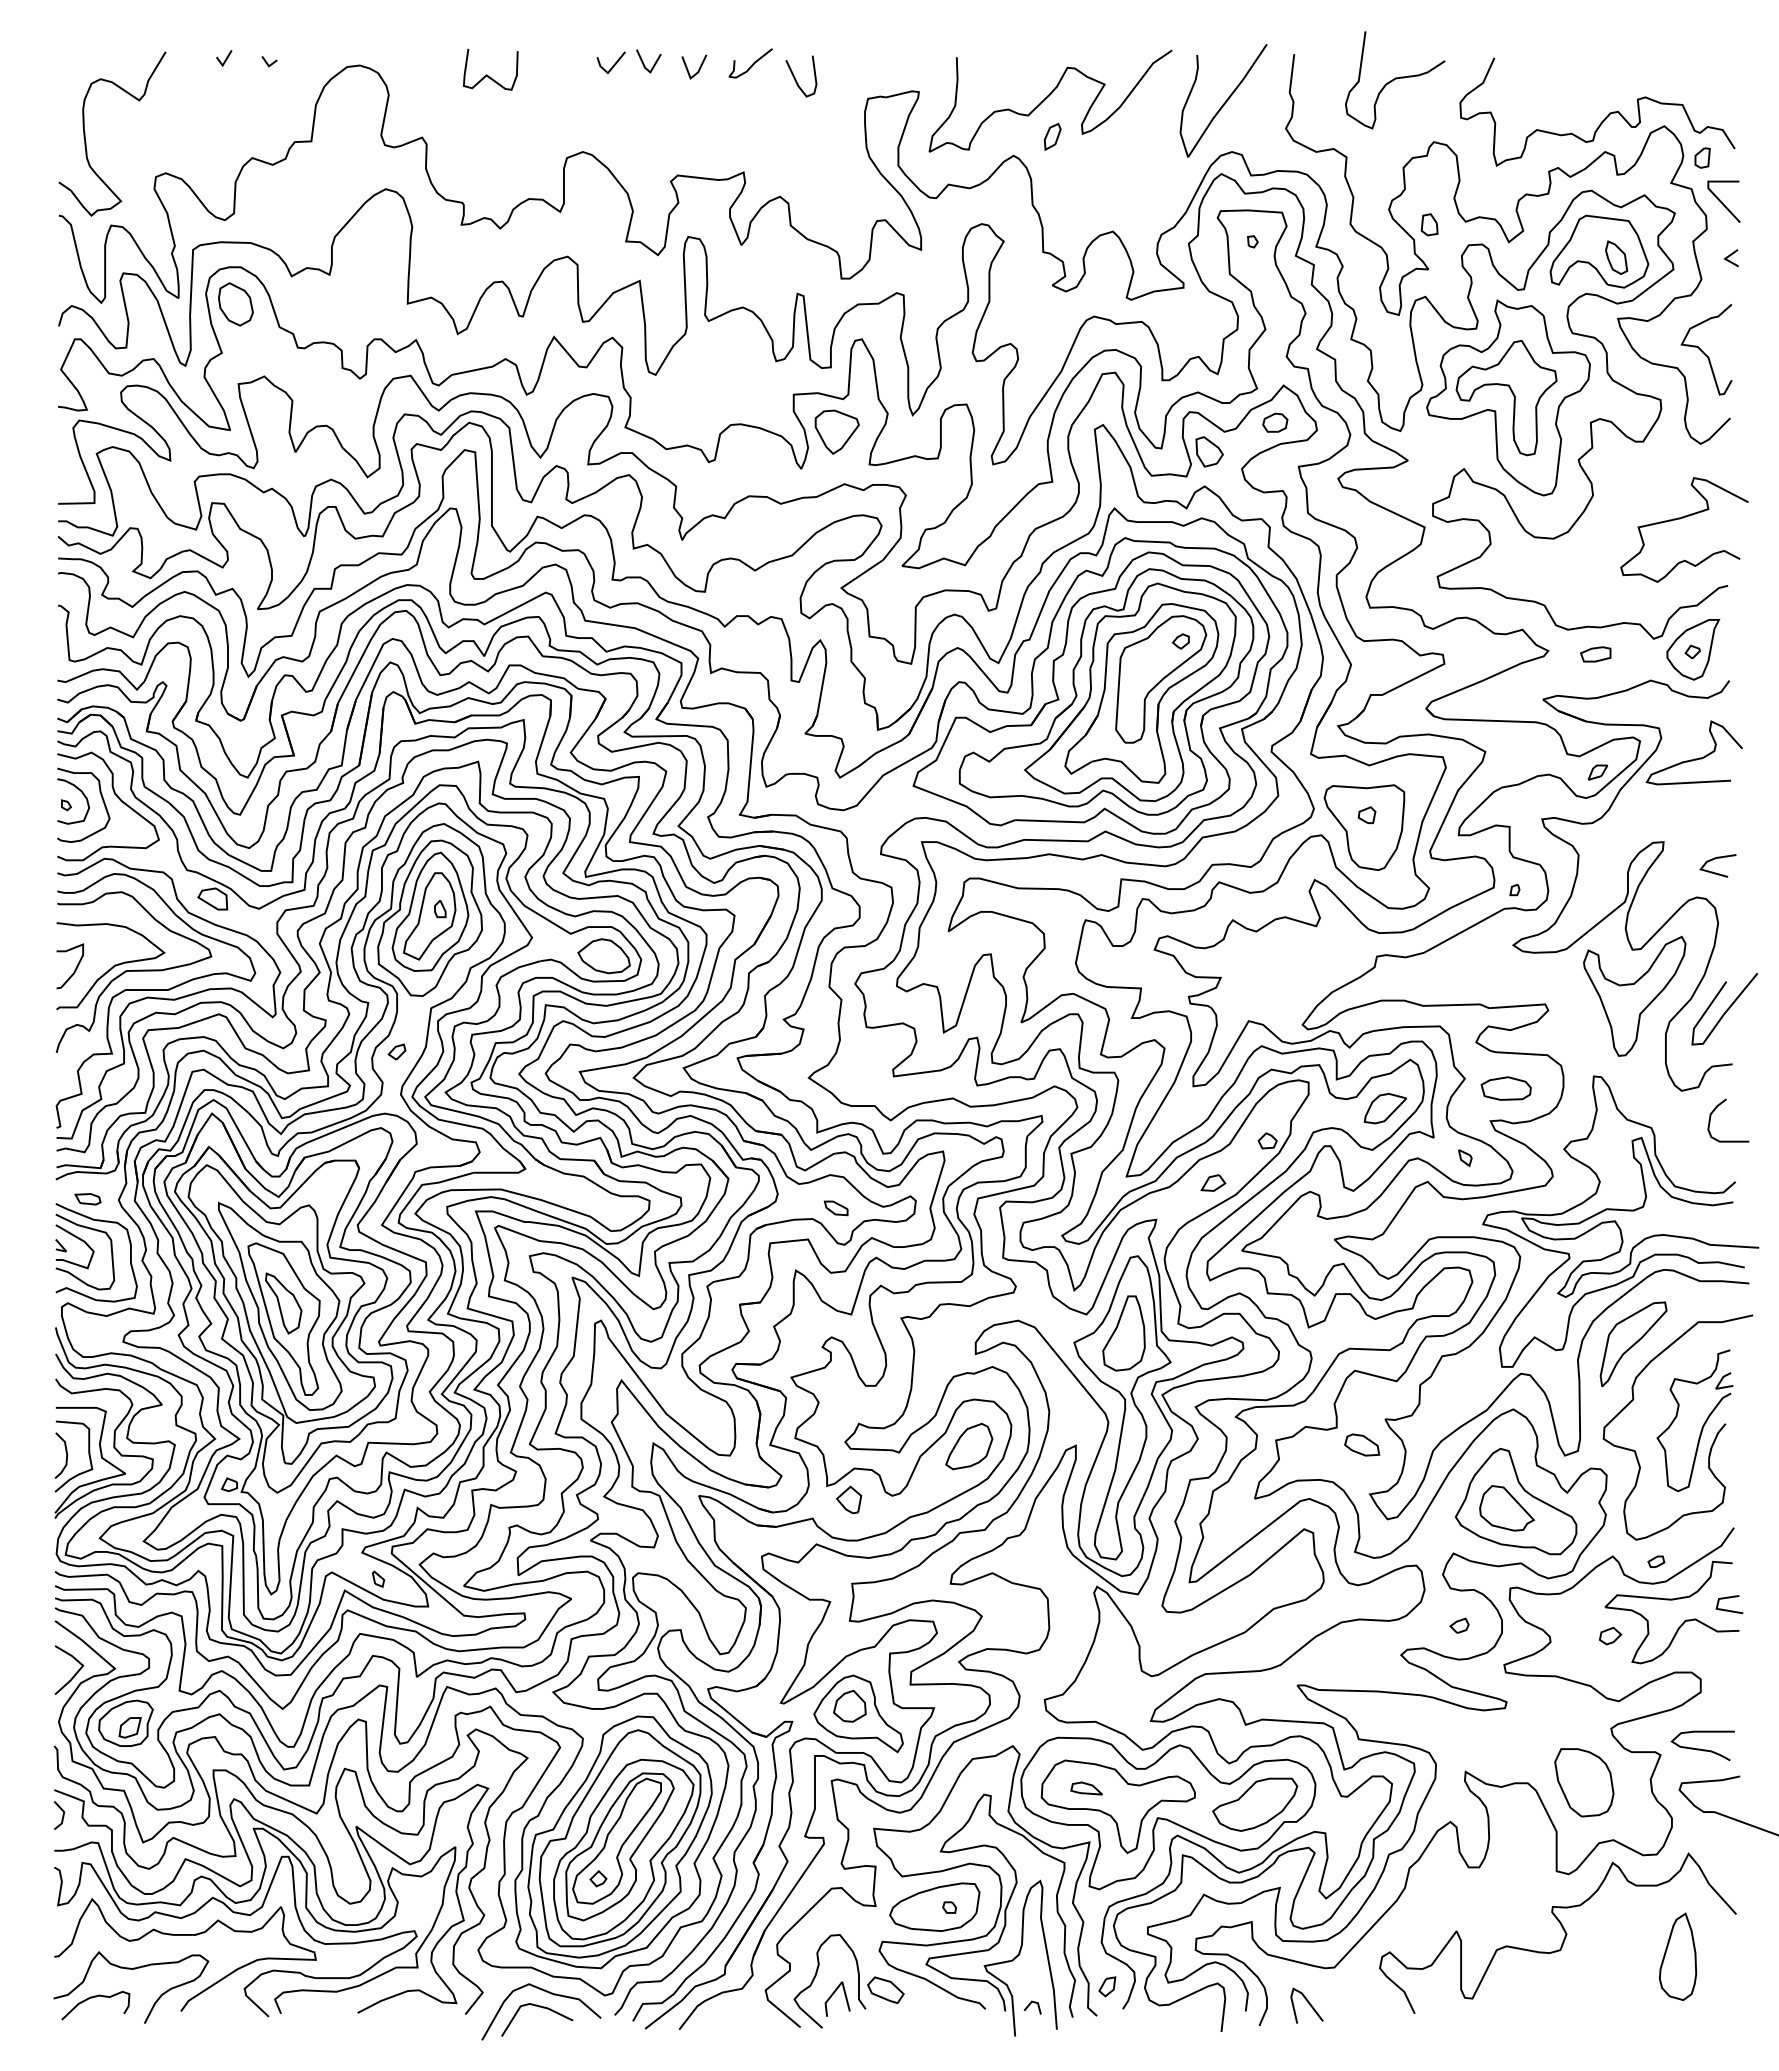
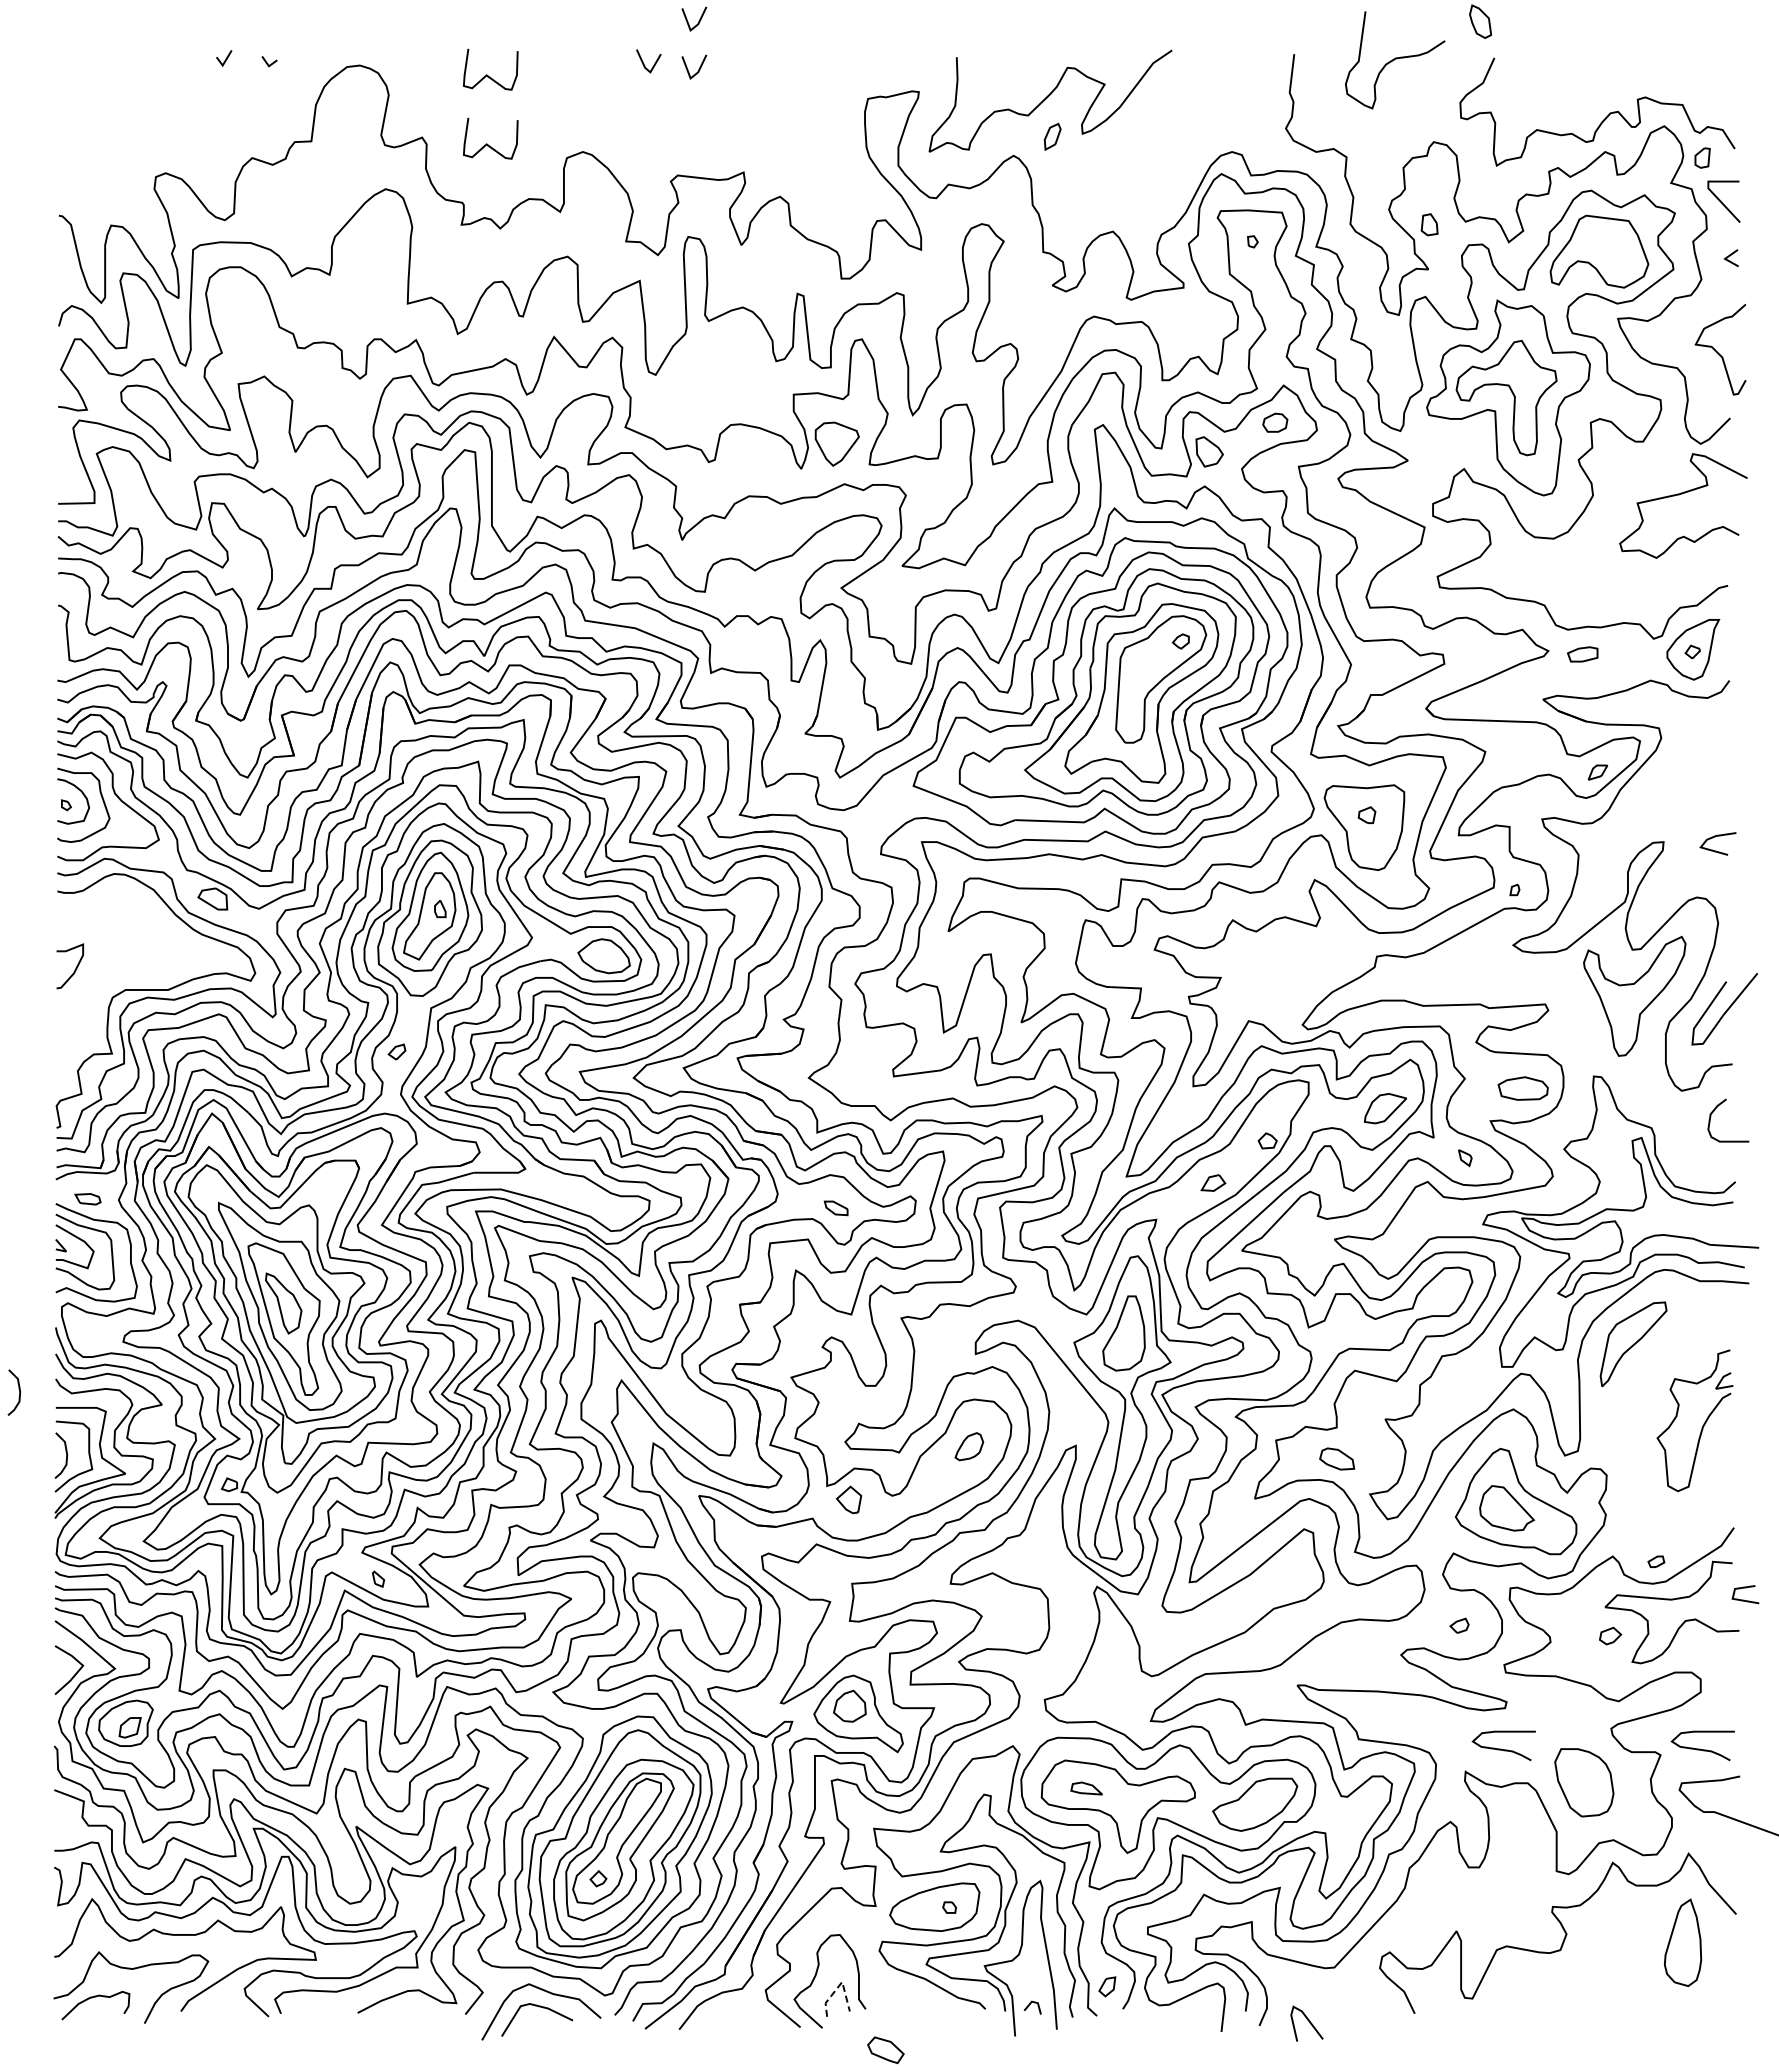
line at (698, 21): none -> present
line at (613, 64): present -> none
curve at (751, 64): present -> none
curve at (796, 79): present -> none
curve at (1395, 79) position: (1395, 79) -> (1395, 59)
curve at (1225, 100): present -> none
curve at (85, 133): present -> none
curve at (487, 143): none -> present
part at (1616, 257) position: (1616, 257) -> (1480, 21)
part at (235, 304): present -> none
curve at (1703, 351) position: (1703, 351) -> (1717, 351)
part at (836, 431) position: (836, 431) -> (836, 443)
curve at (1680, 519) position: (1680, 519) -> (1679, 495)
part at (1595, 654) position: (1595, 654) -> (1582, 654)
curve at (1694, 758): present -> none
line at (1715, 859) position: (1715, 859) -> (1715, 837)
part at (133, 971): present -> none
part at (1505, 1088) position: (1505, 1088) -> (1522, 1088)
curve at (18, 1389): none -> present
curve at (1712, 1442): present -> none
part at (1362, 1444) position: (1362, 1444) -> (1337, 1458)
part at (969, 1446) size: 49x48 px -> 31x30 px
line at (1728, 1609) position: (1728, 1609) -> (1744, 1599)
curve at (1501, 1748): none -> present
line at (62, 1815): present -> none
part at (1678, 1956) position: (1678, 1956) -> (1683, 1942)
line at (839, 1985): solid -> dashed
part at (885, 1990) position: (885, 1990) -> (885, 2050)
line at (1308, 2003) position: (1308, 2003) -> (1308, 2021)
